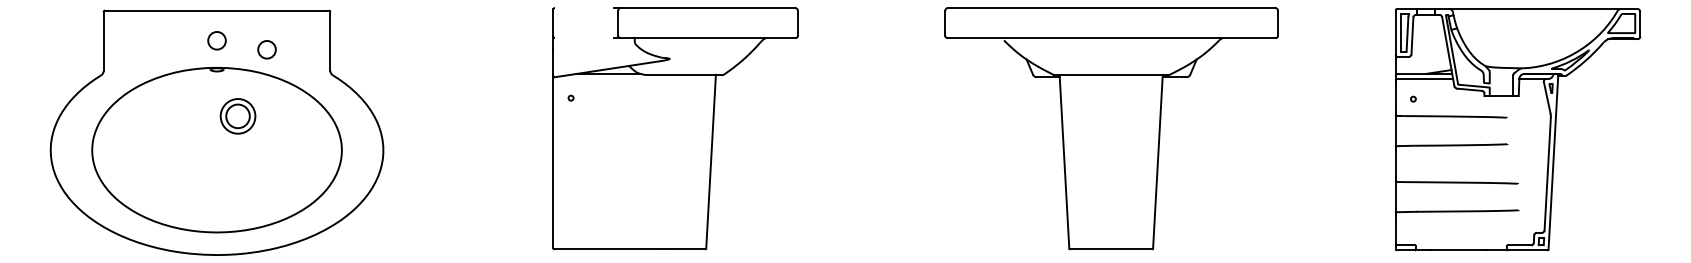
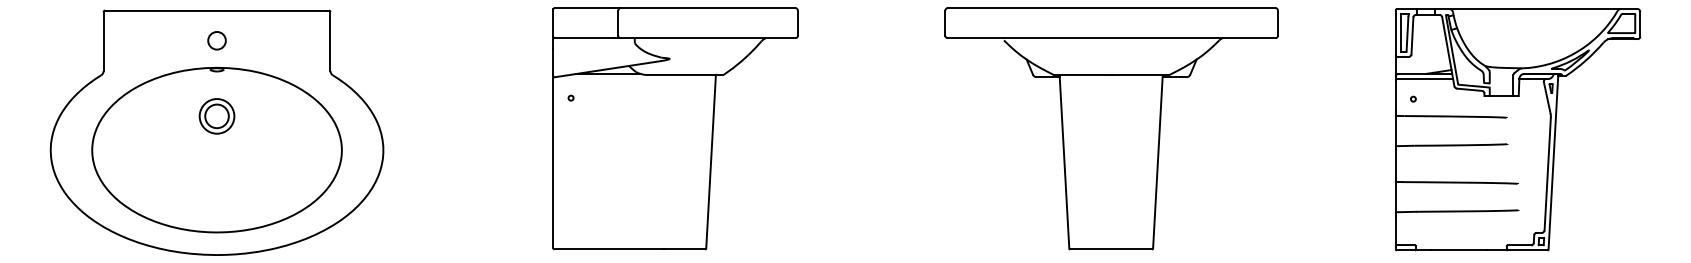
line at (583, 7): none -> present
line at (583, 38): none -> present
circle at (266, 49): present -> none
part at (237, 116) position: (237, 116) -> (216, 116)
